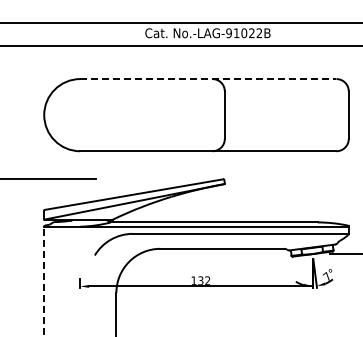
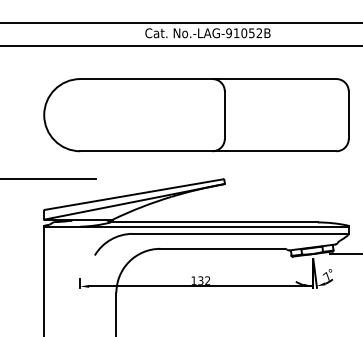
text at (251, 33): No.-LAG-91022B -> No.-LAG-91052B
line at (208, 79): dashed -> solid
line at (44, 281): dashed -> solid
